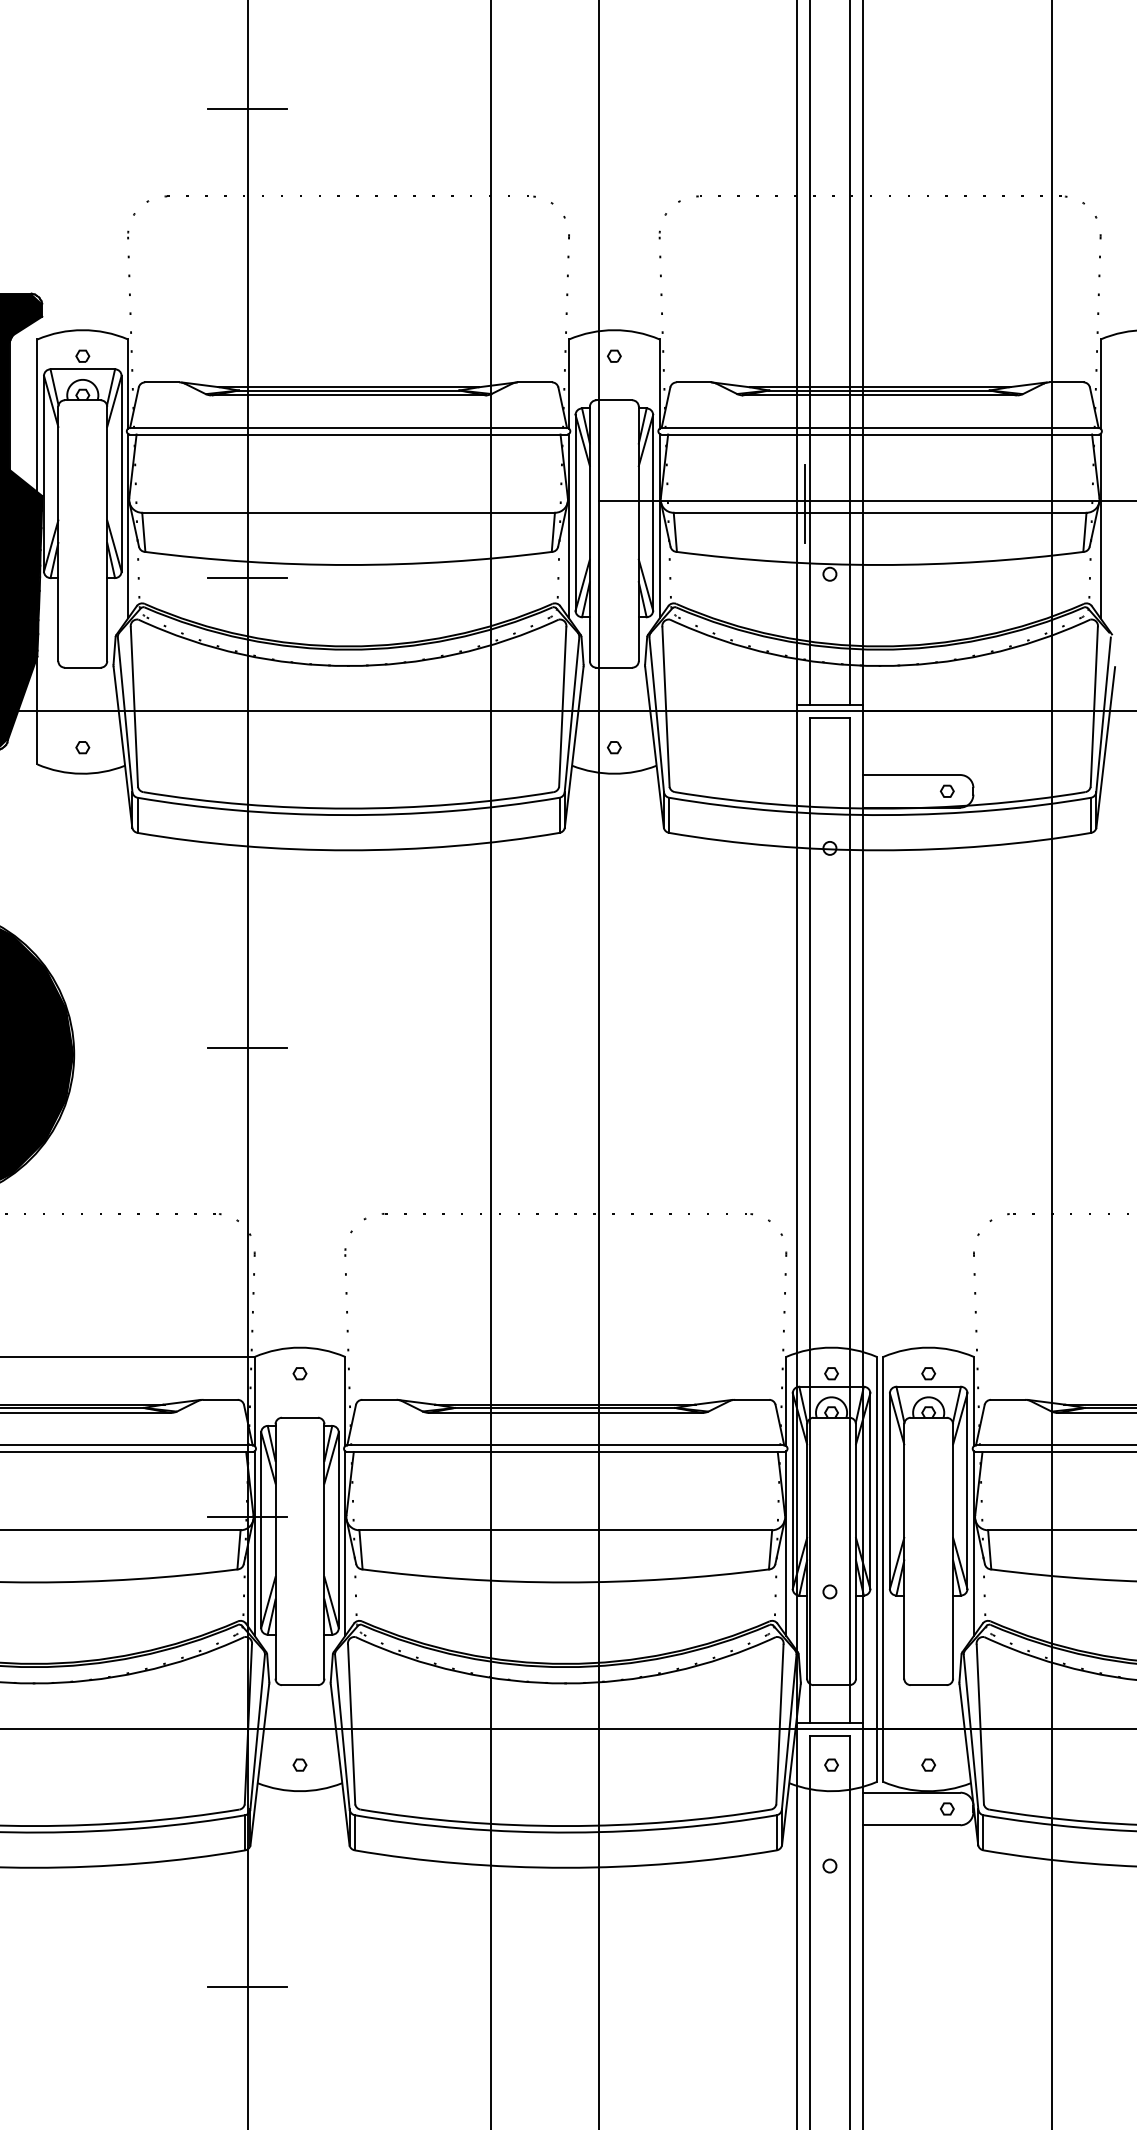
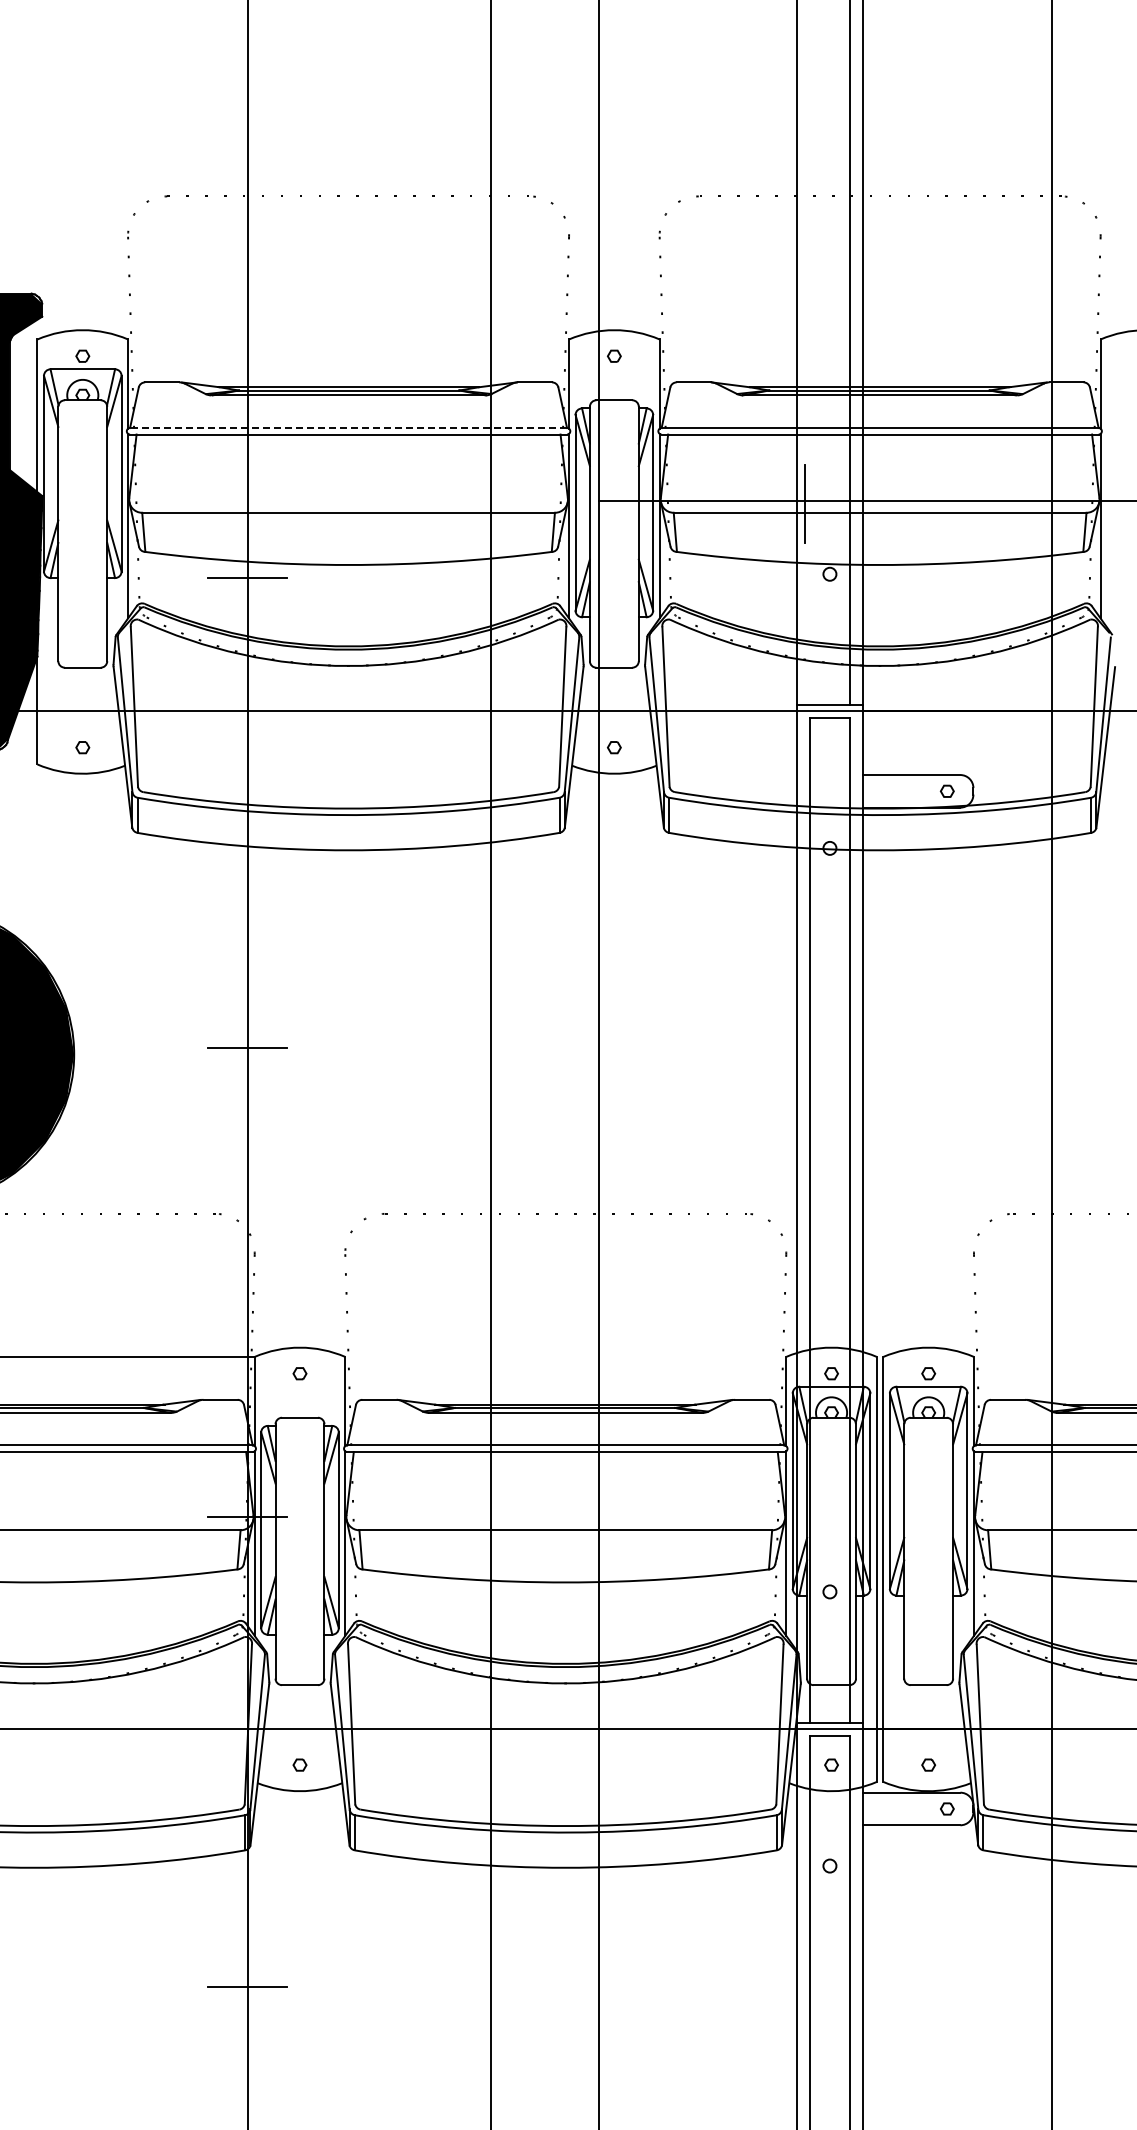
line at (247, 108): present -> none
line at (810, 353): present -> none
line at (348, 428): solid -> dashed
